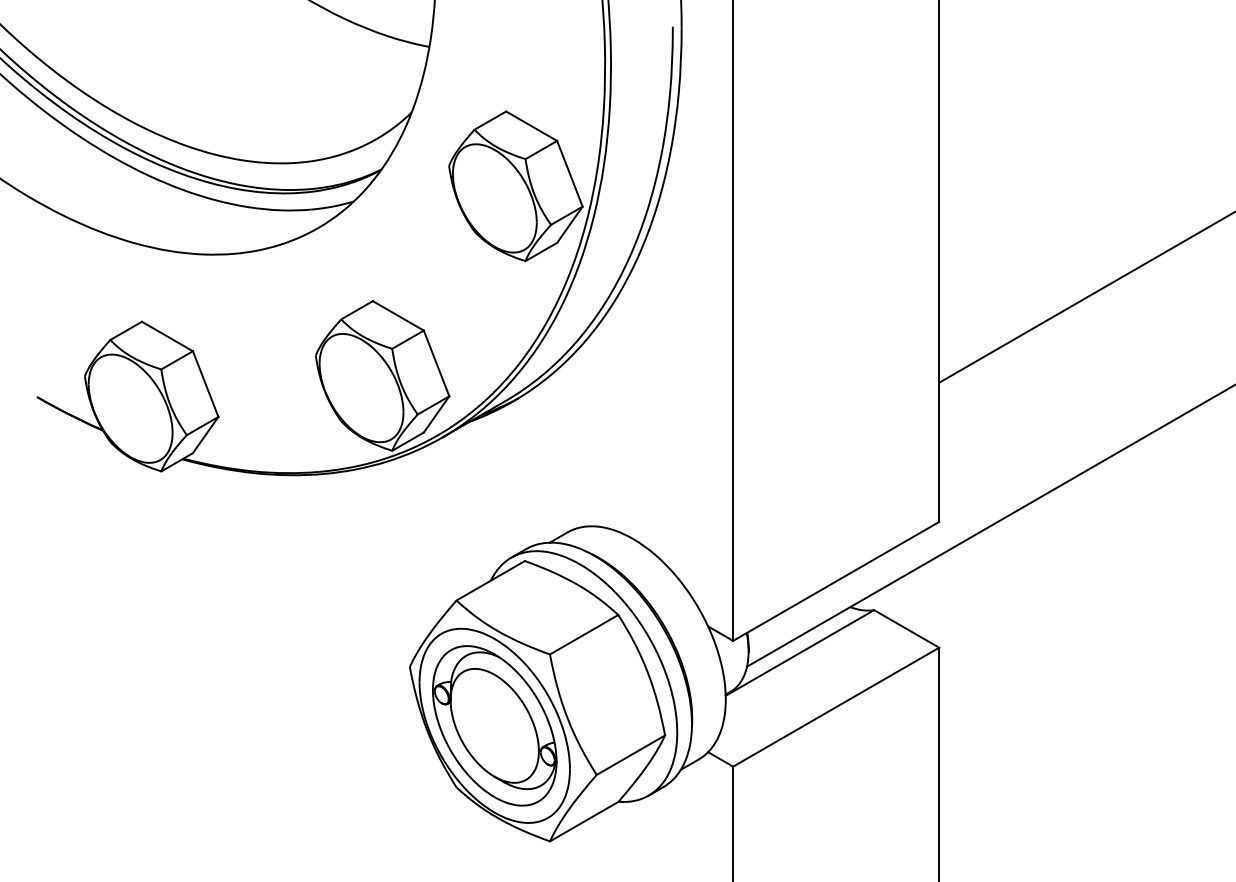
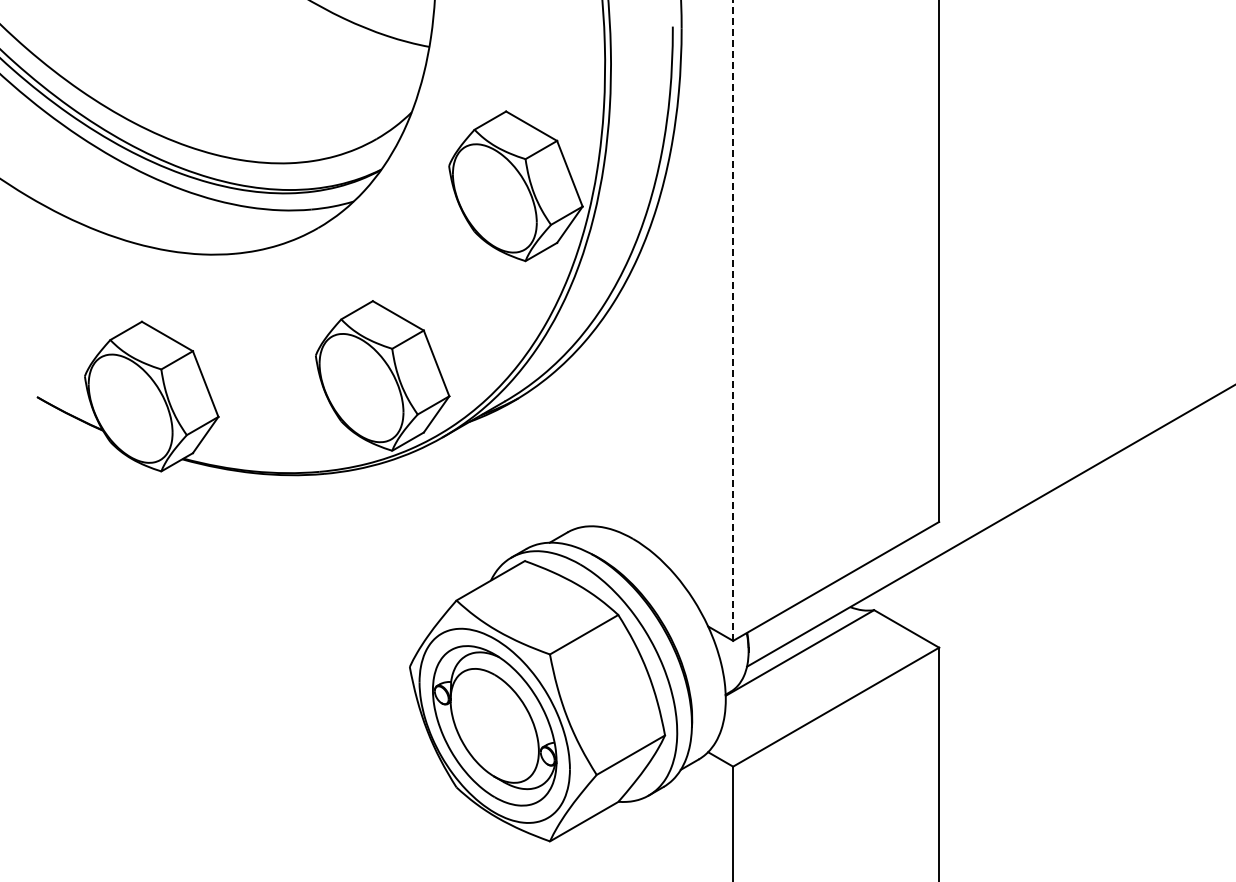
line at (1085, 297): present -> none
line at (733, 320): solid -> dashed
